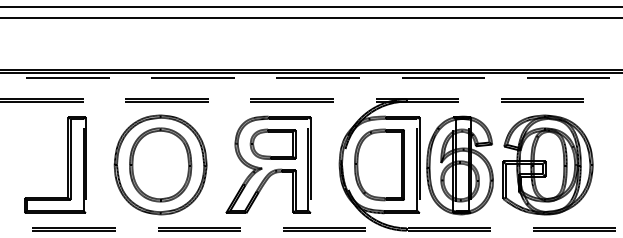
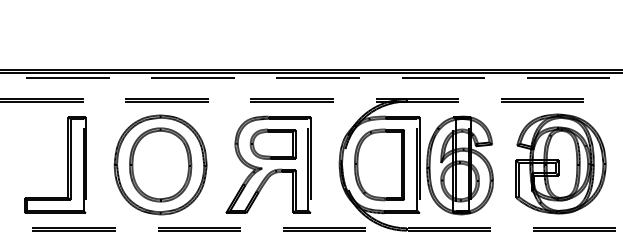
line at (310, 7): present -> none
line at (310, 17): present -> none
part at (547, 164) position: (547, 164) -> (560, 163)
